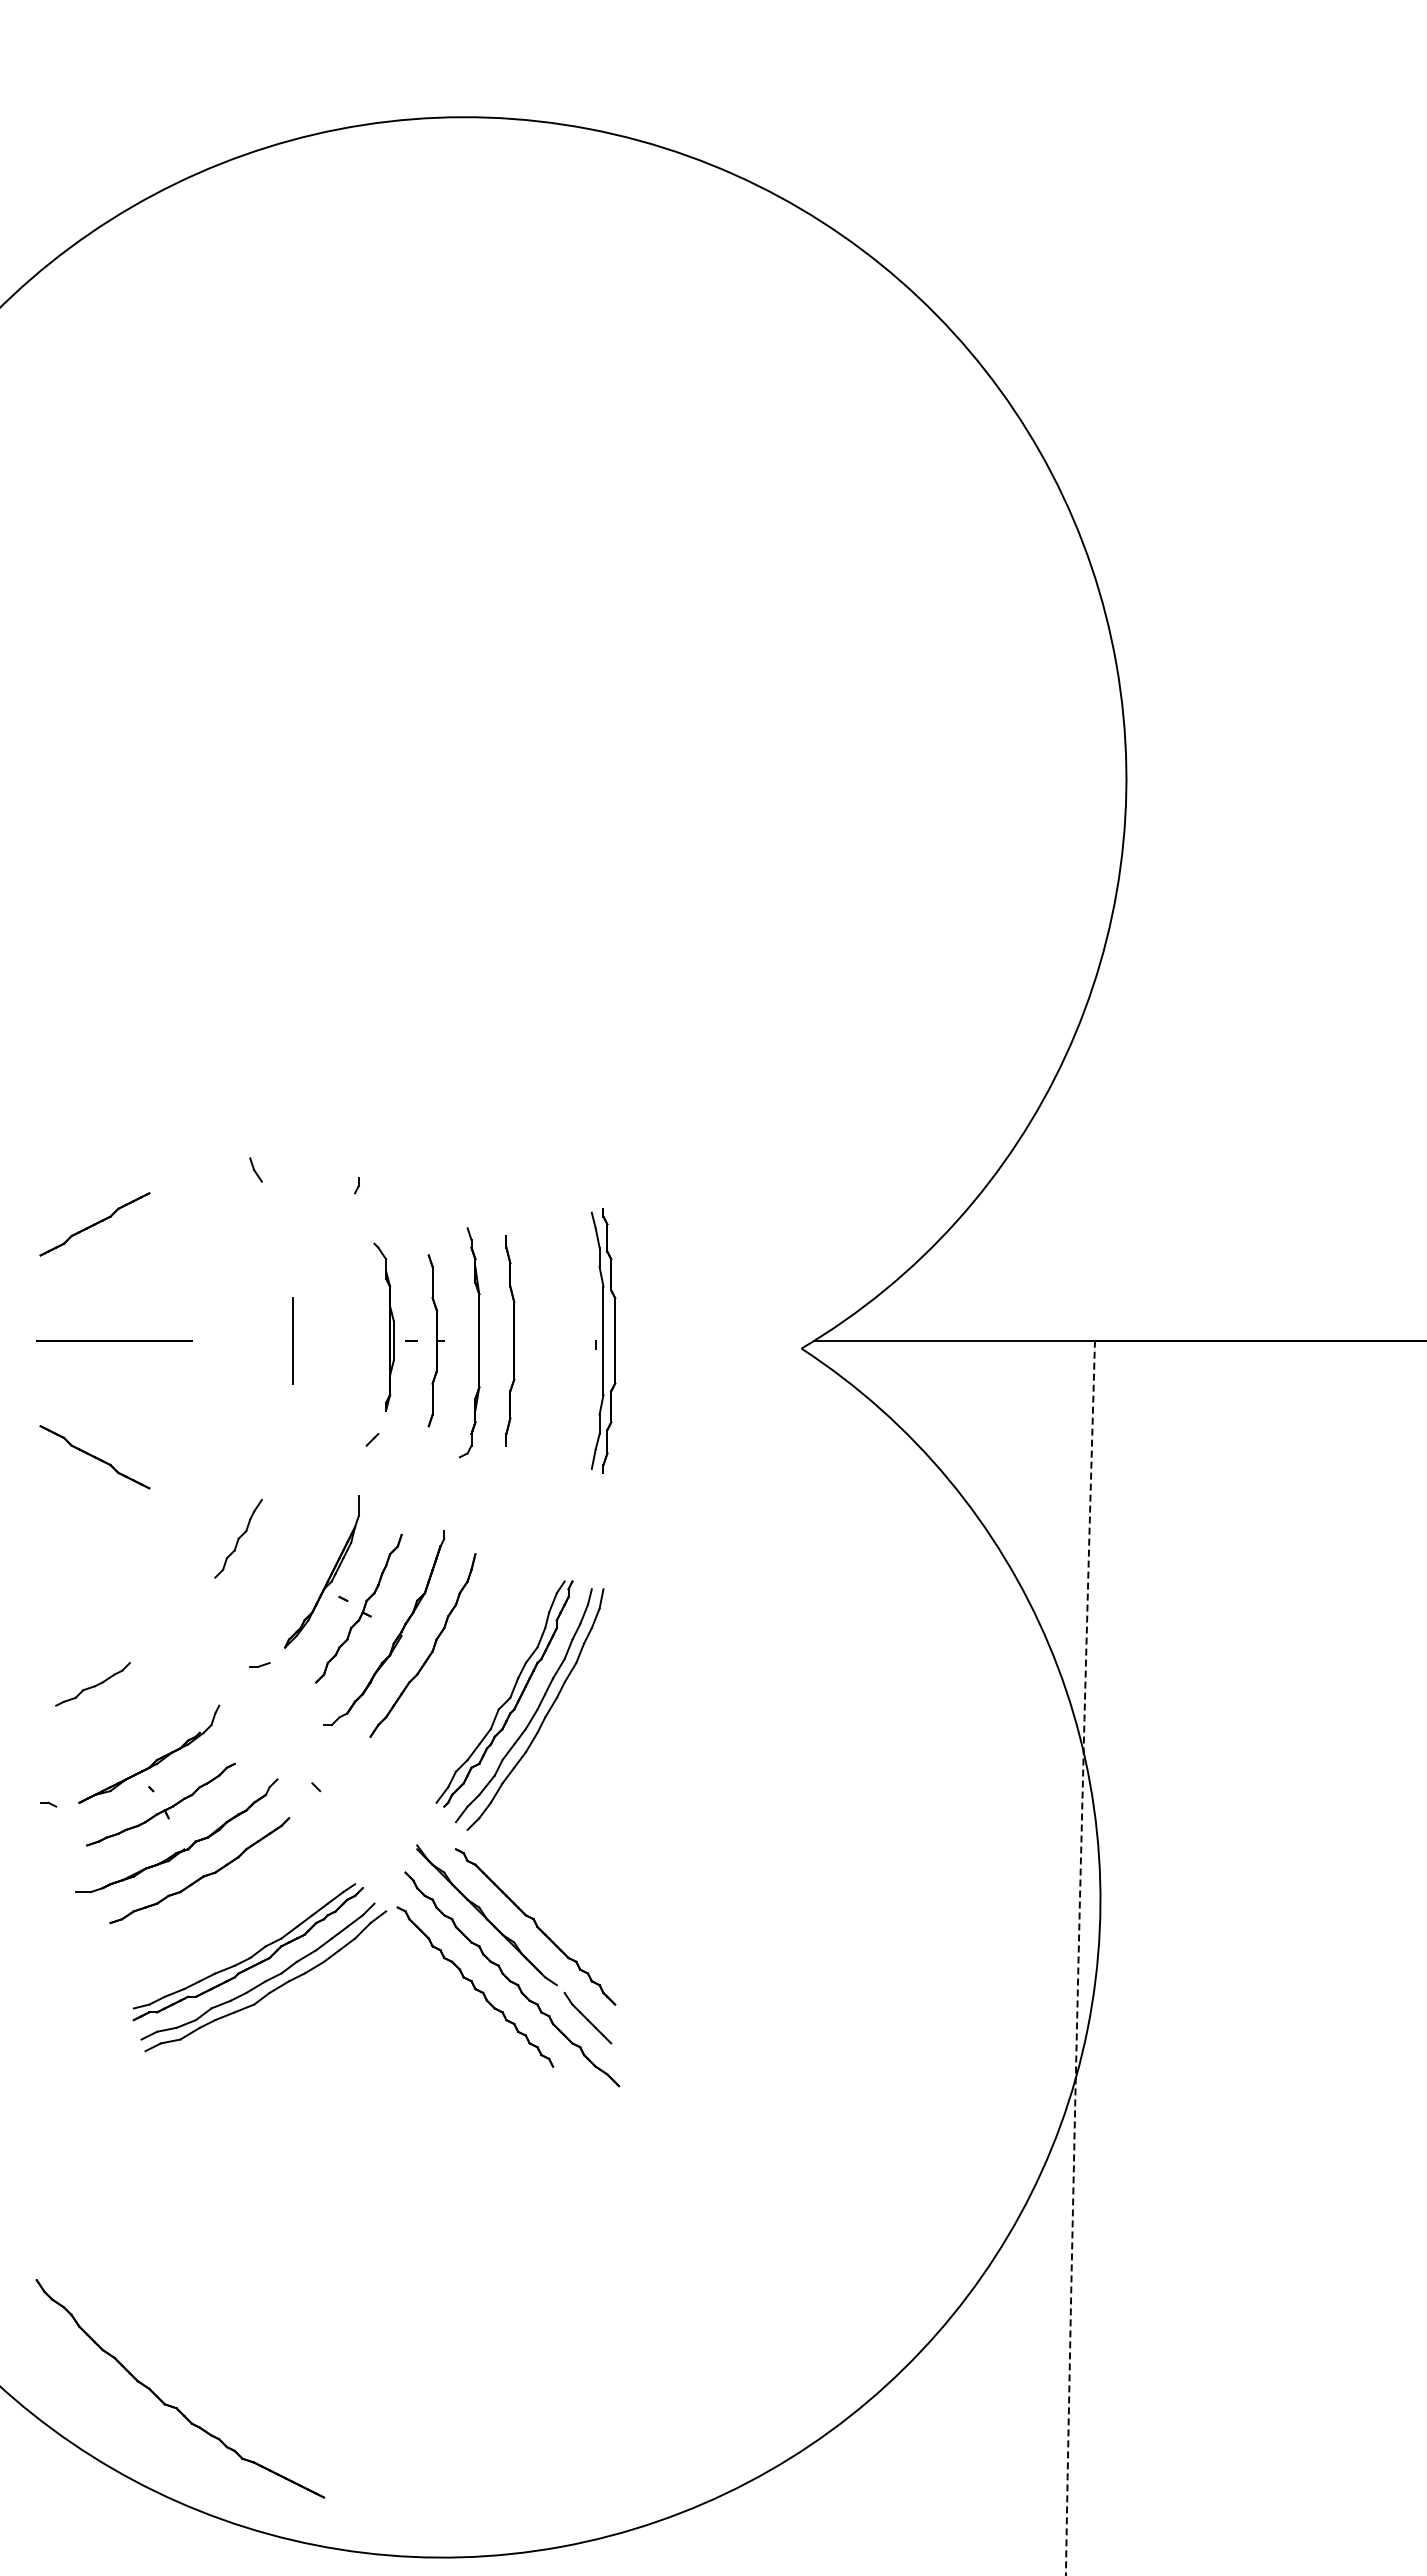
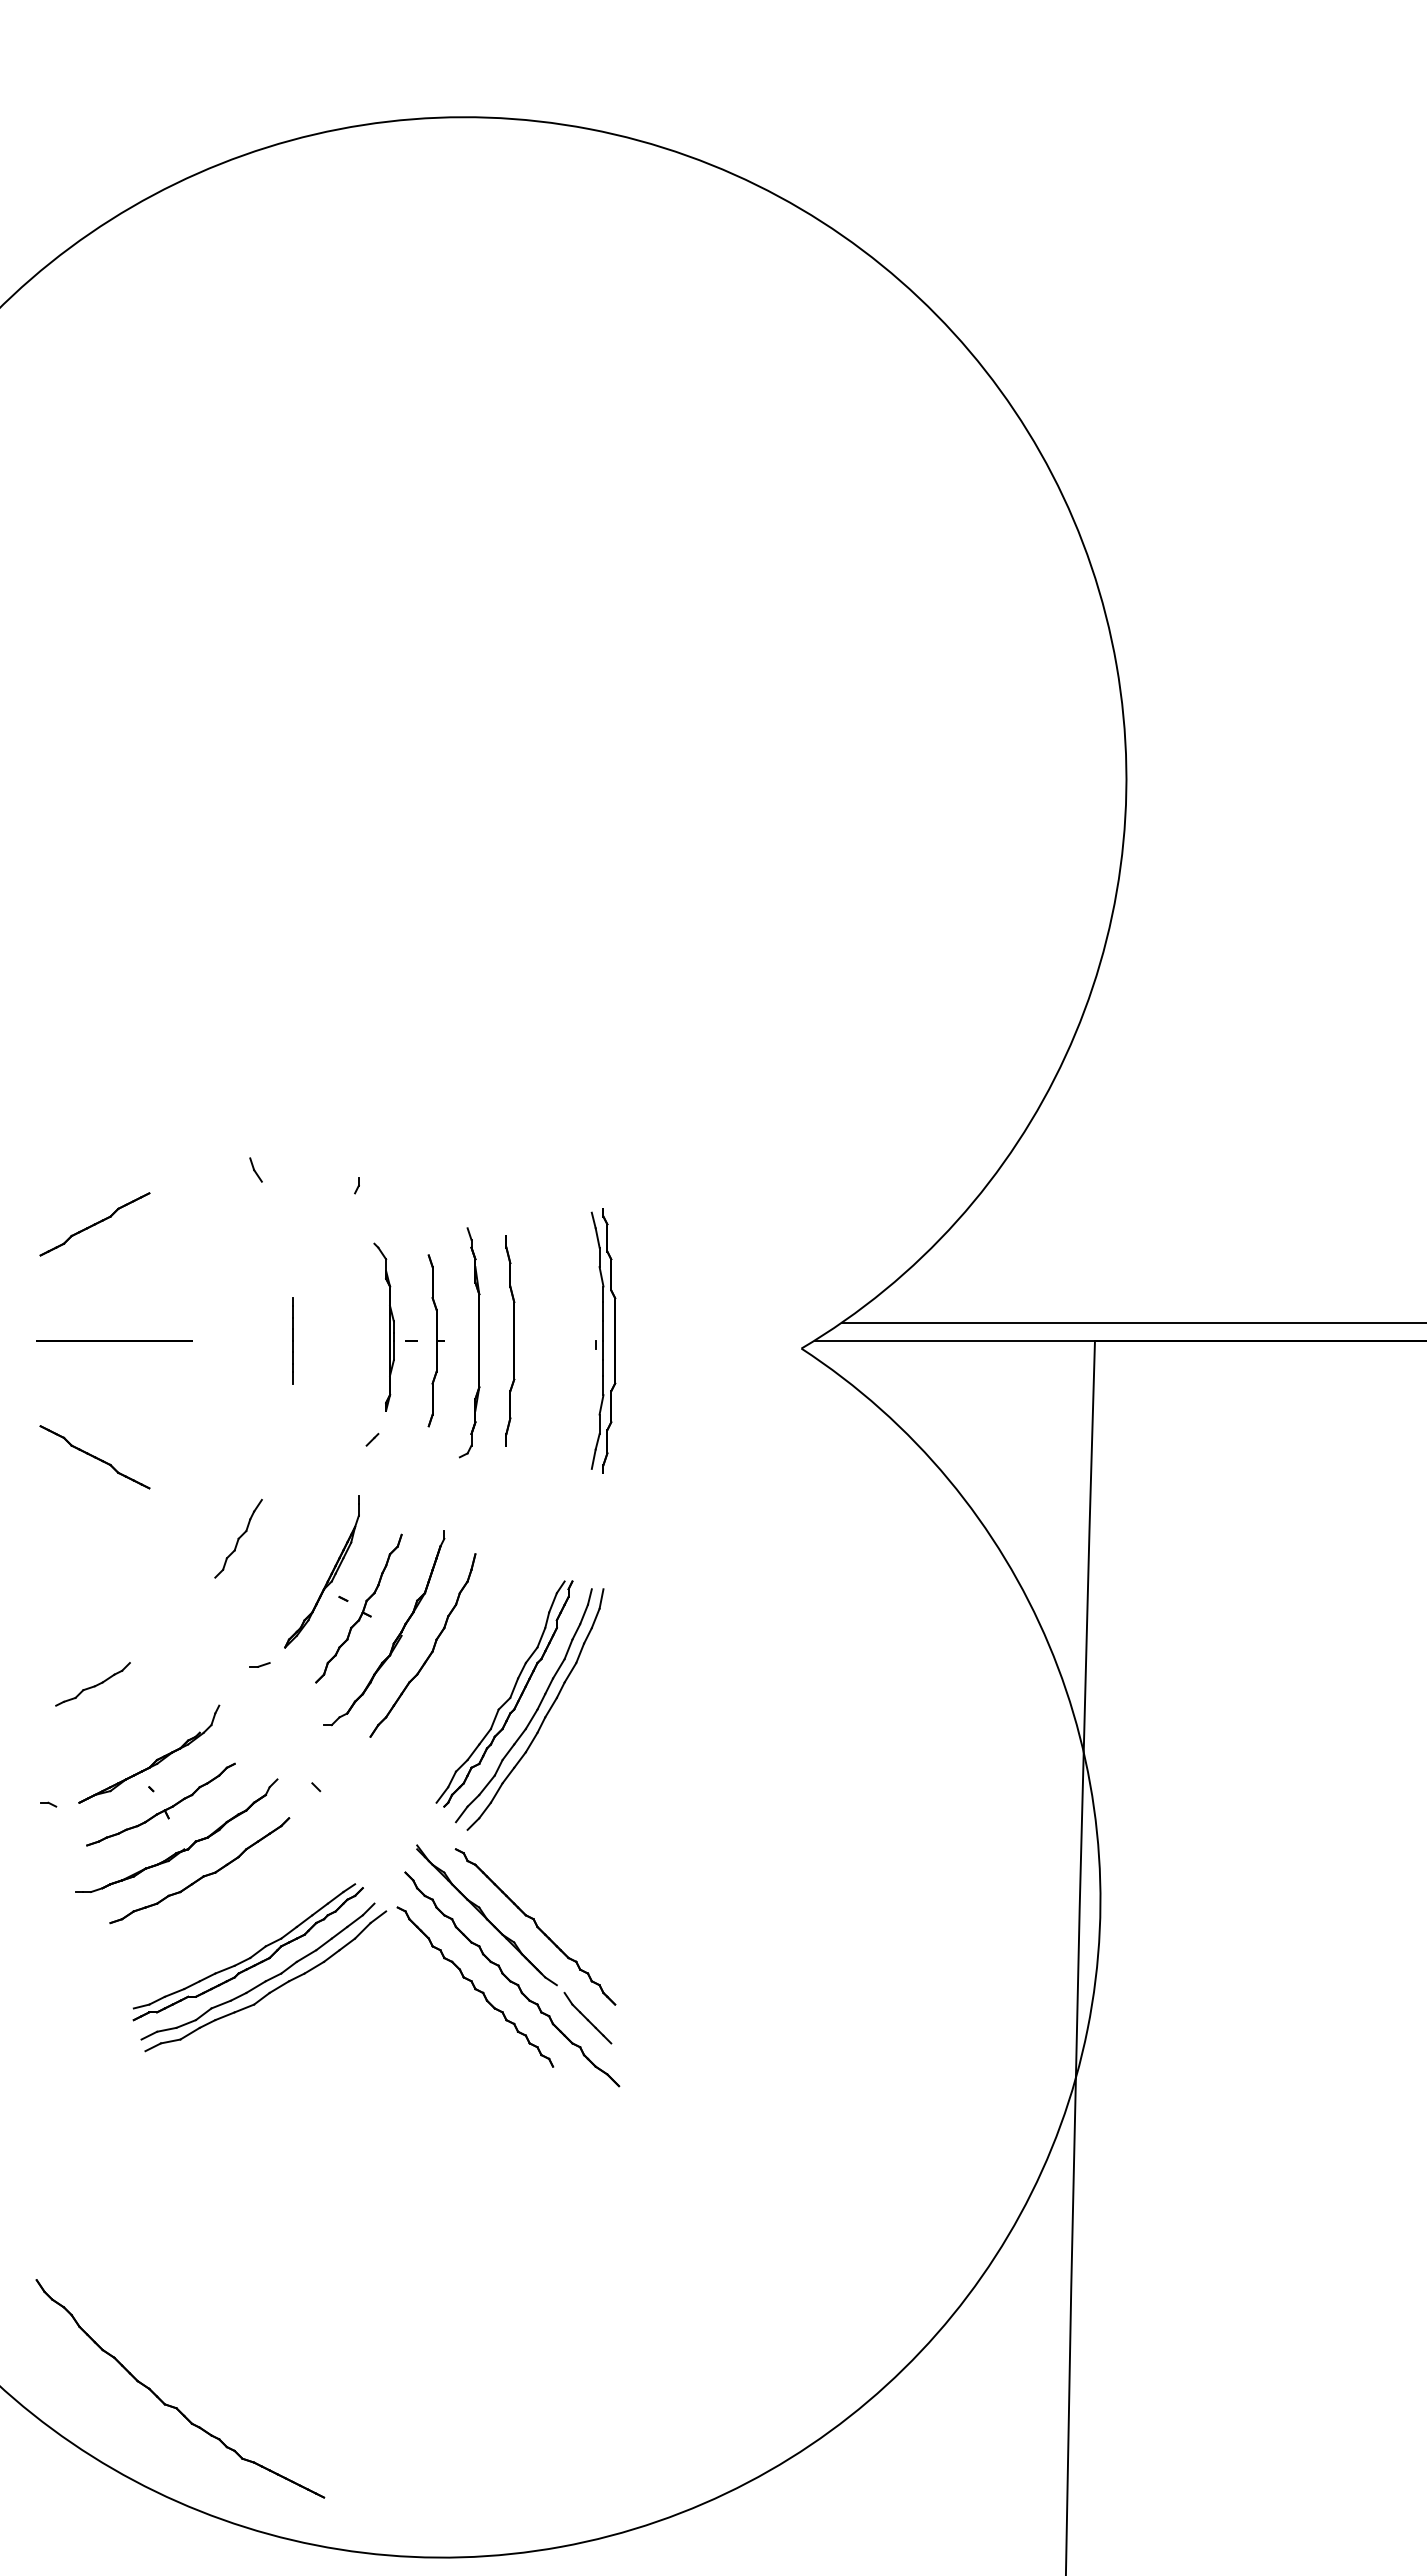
line at (1132, 1322): none -> present
arc at (1078, 1958): dashed -> solid
